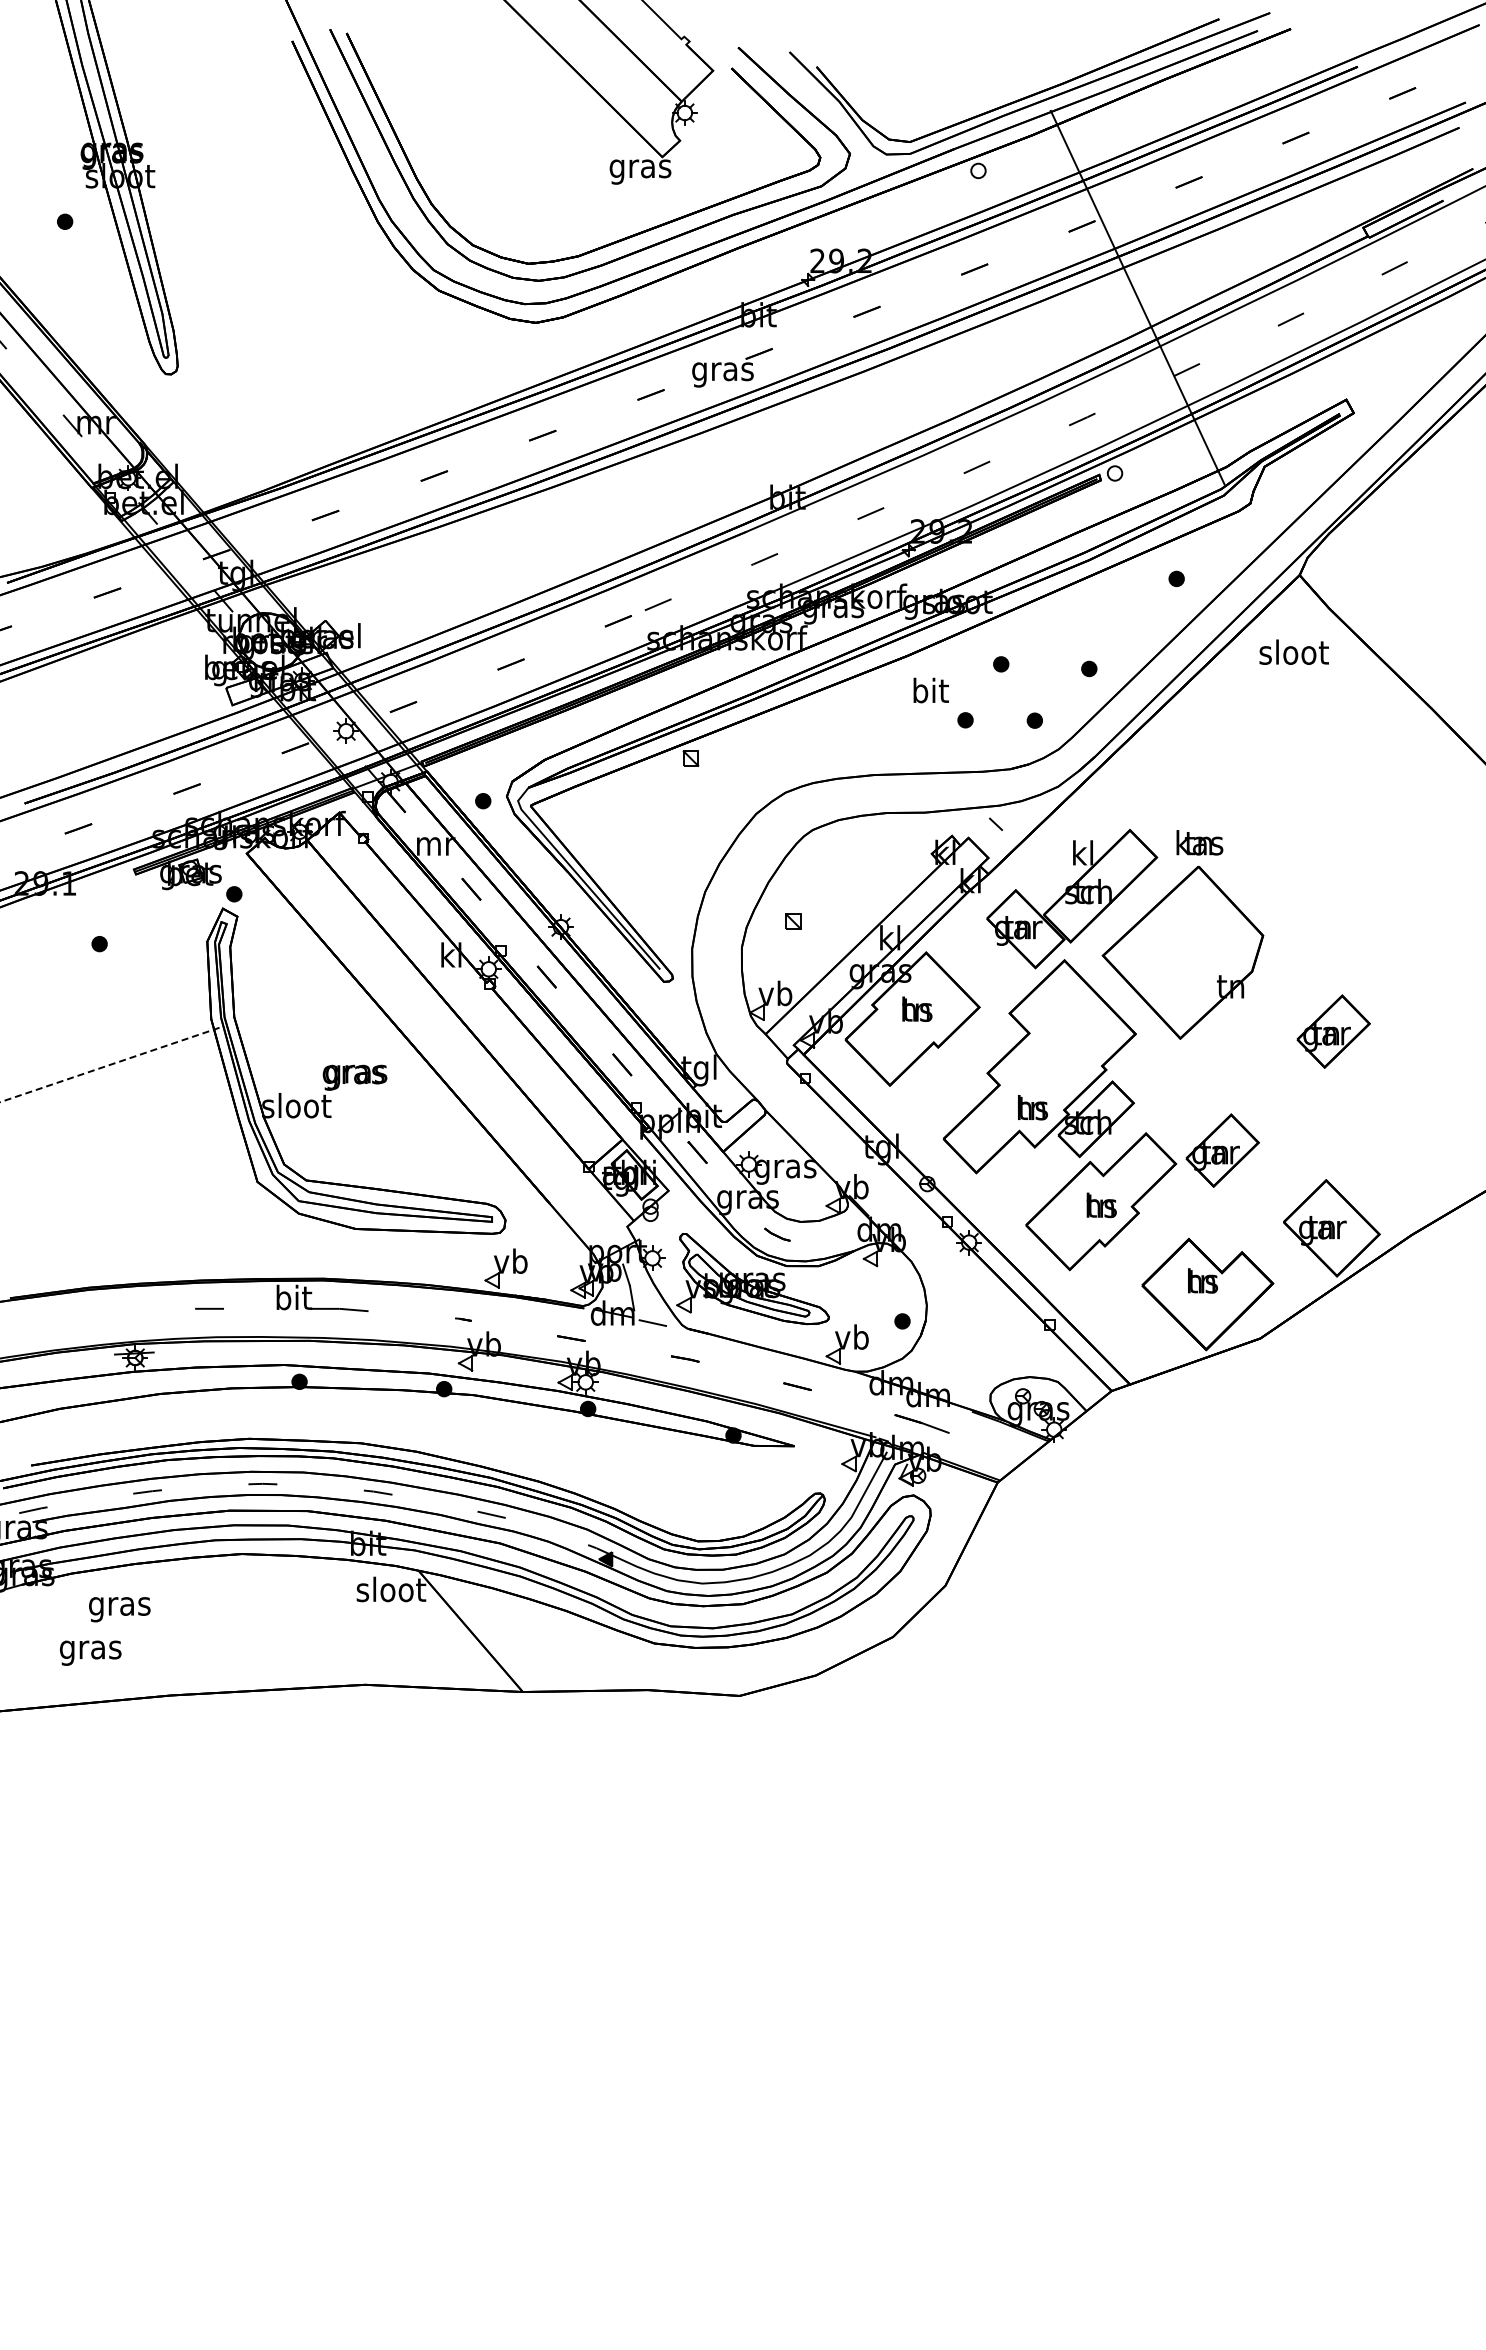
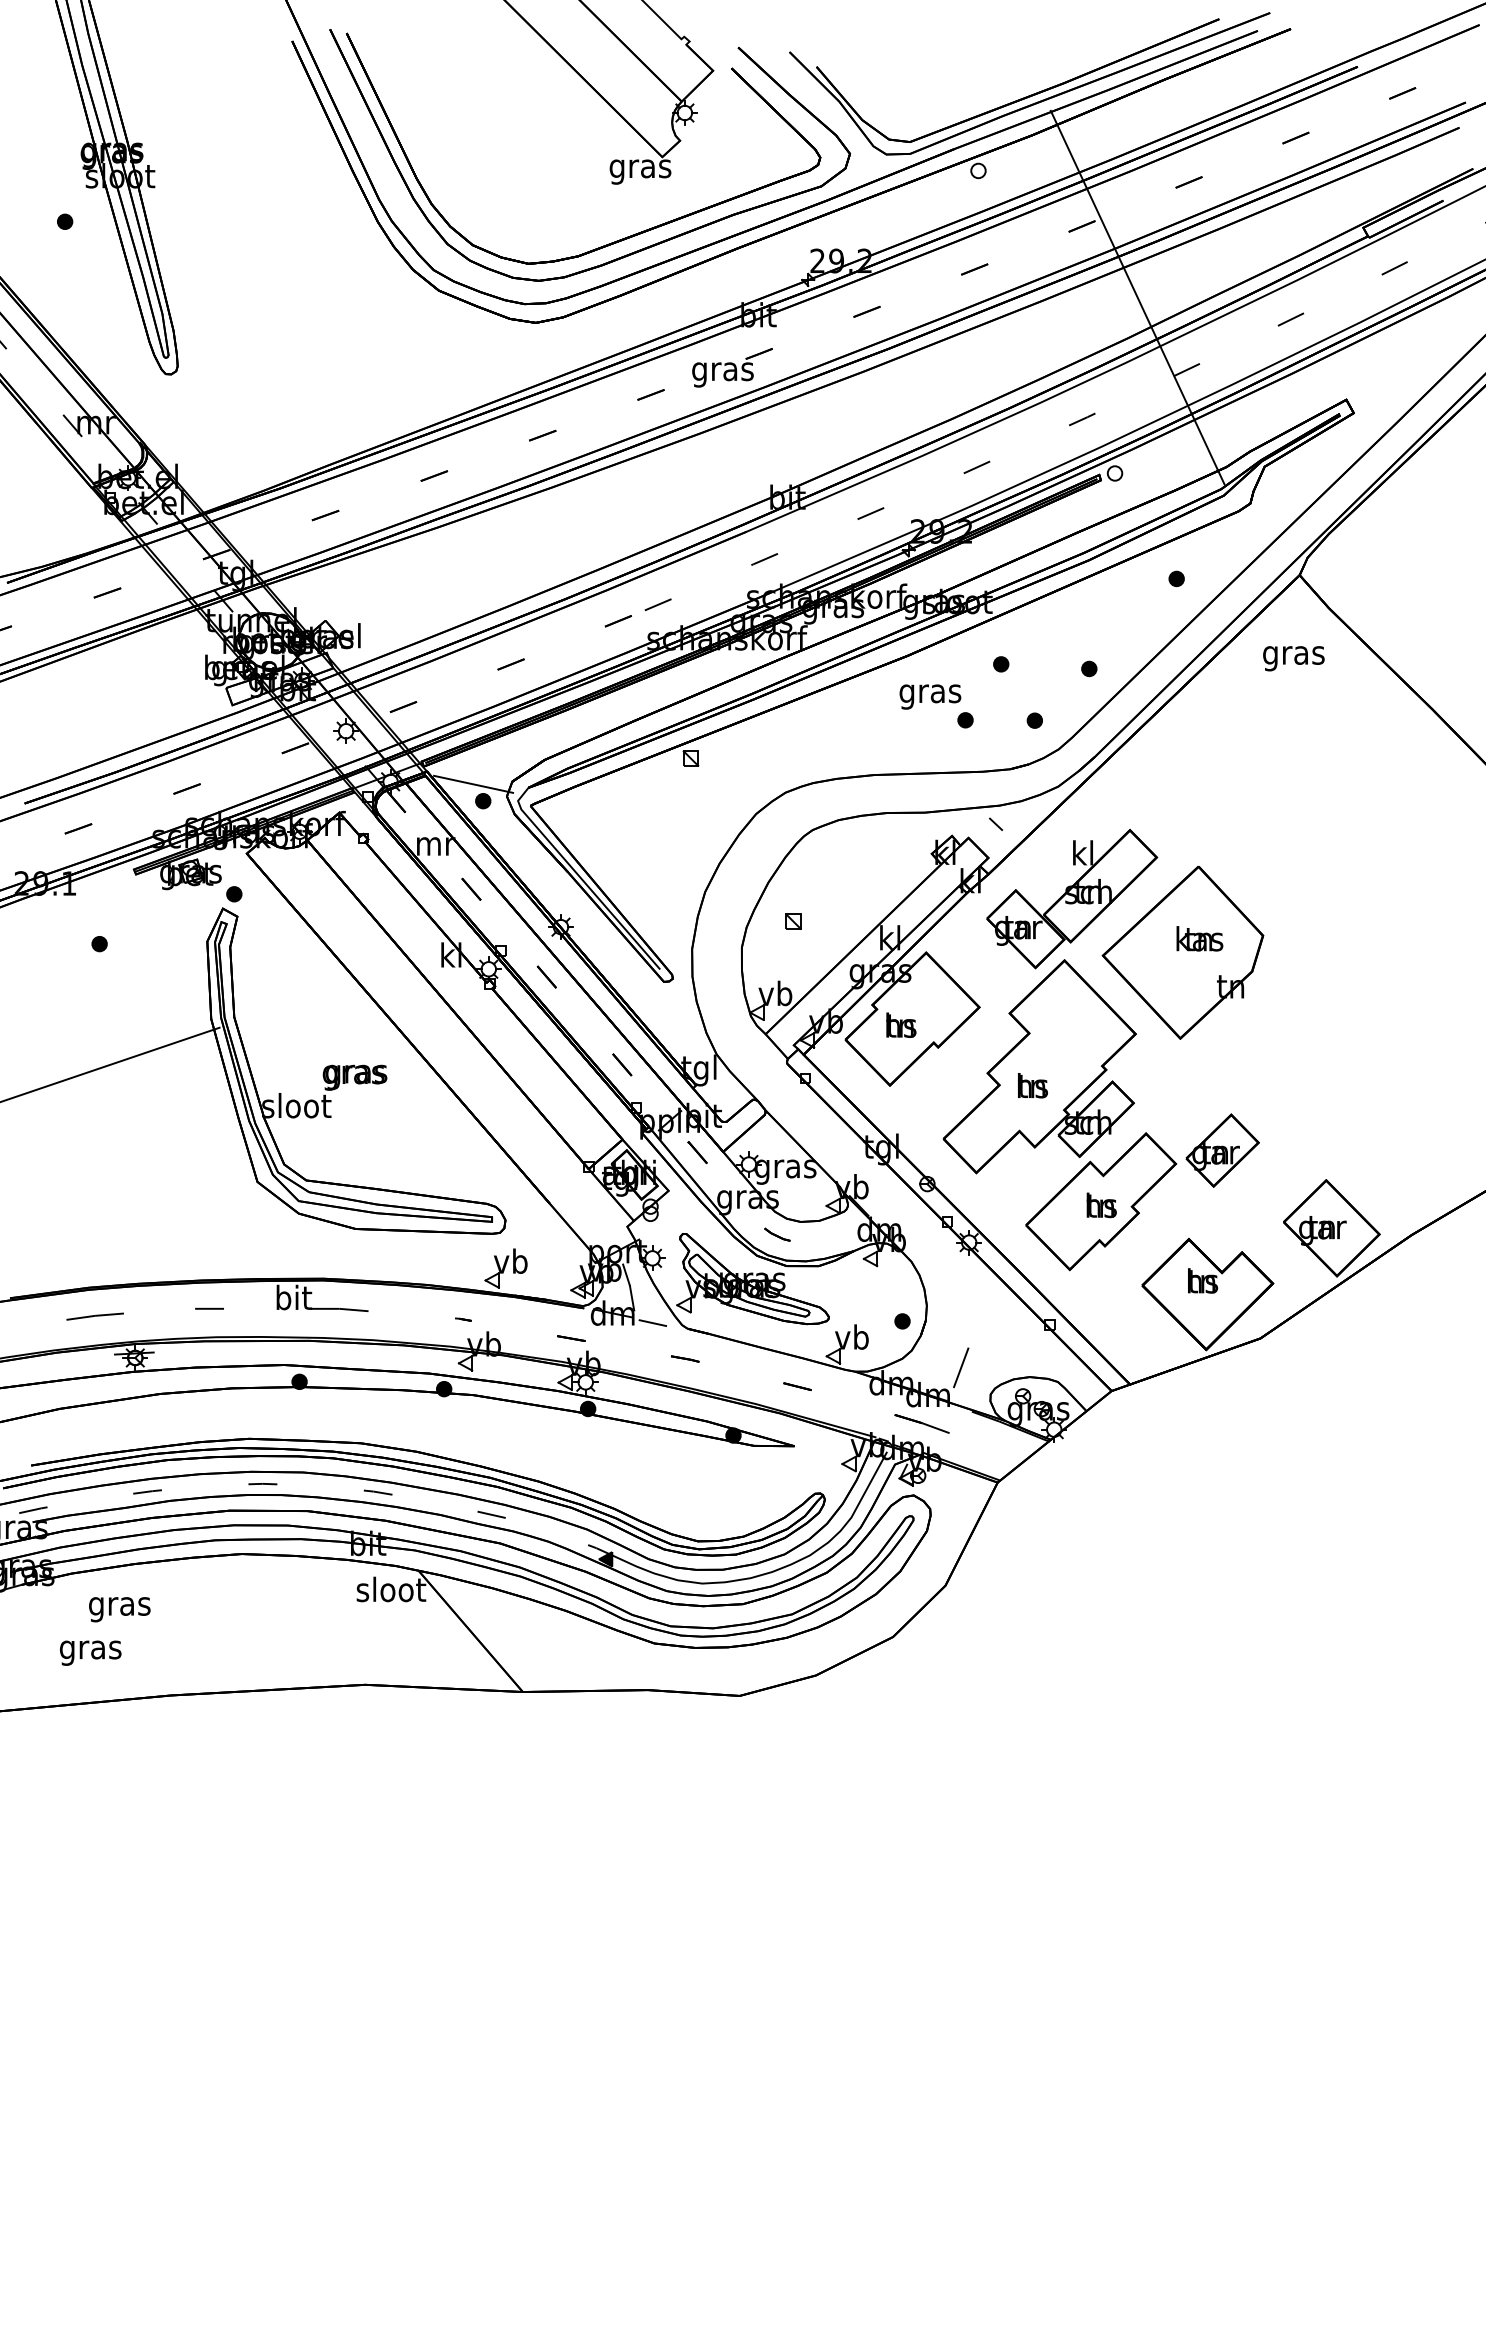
text at (1293, 655): sloot -> gras
text at (930, 693): bit -> gras
line at (473, 783): none -> present
text at (1199, 842) position: (1199, 842) -> (1199, 938)
text at (917, 1008) position: (917, 1008) -> (901, 1024)
part at (1333, 1031): present -> none
line at (110, 1064): dashed -> solid
text at (1032, 1107) position: (1032, 1107) -> (1032, 1085)
line at (94, 1316): none -> present
line at (961, 1367): none -> present
